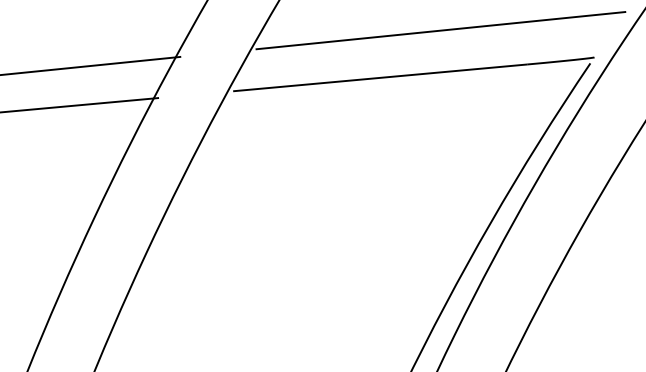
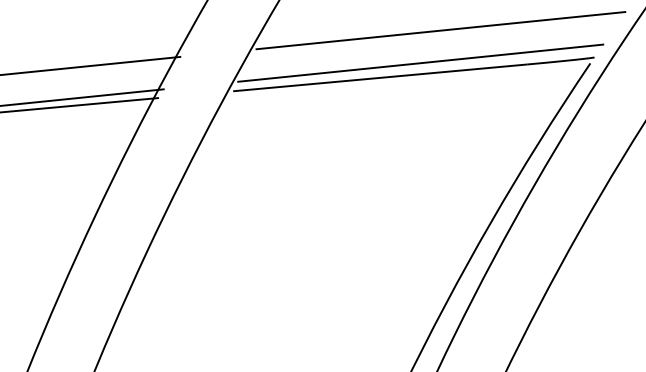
line at (420, 62): none -> present
line at (82, 97): none -> present
